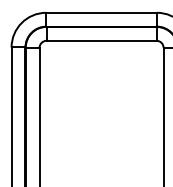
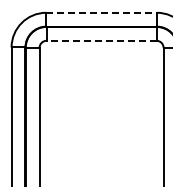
line at (102, 12): solid -> dashed
line at (101, 40): solid -> dashed
